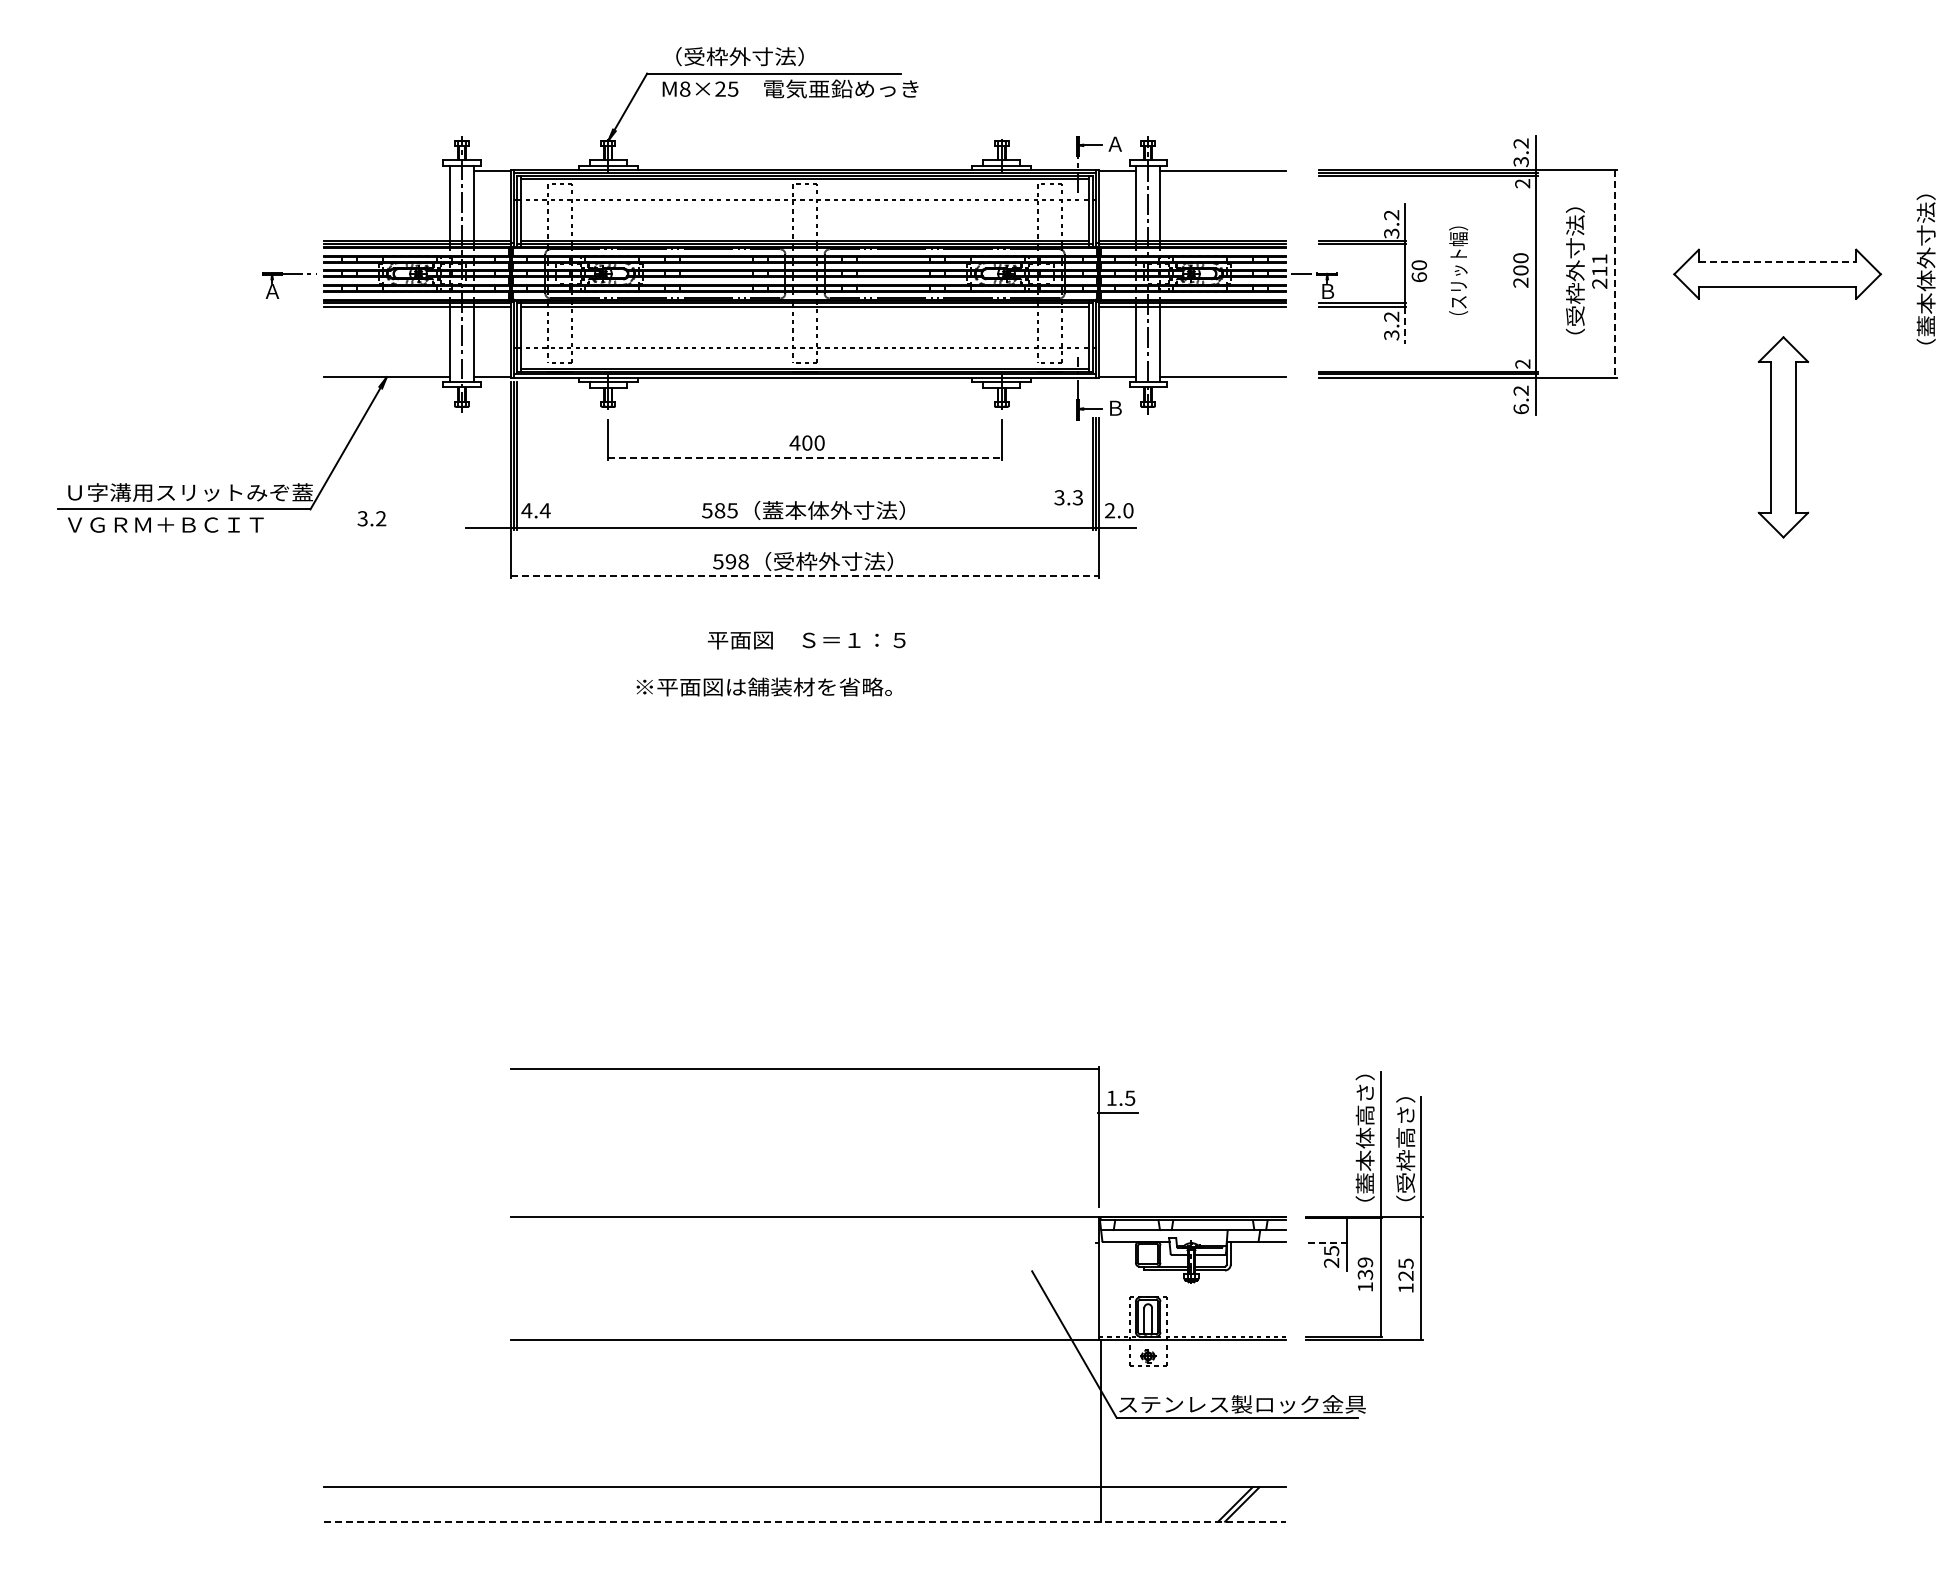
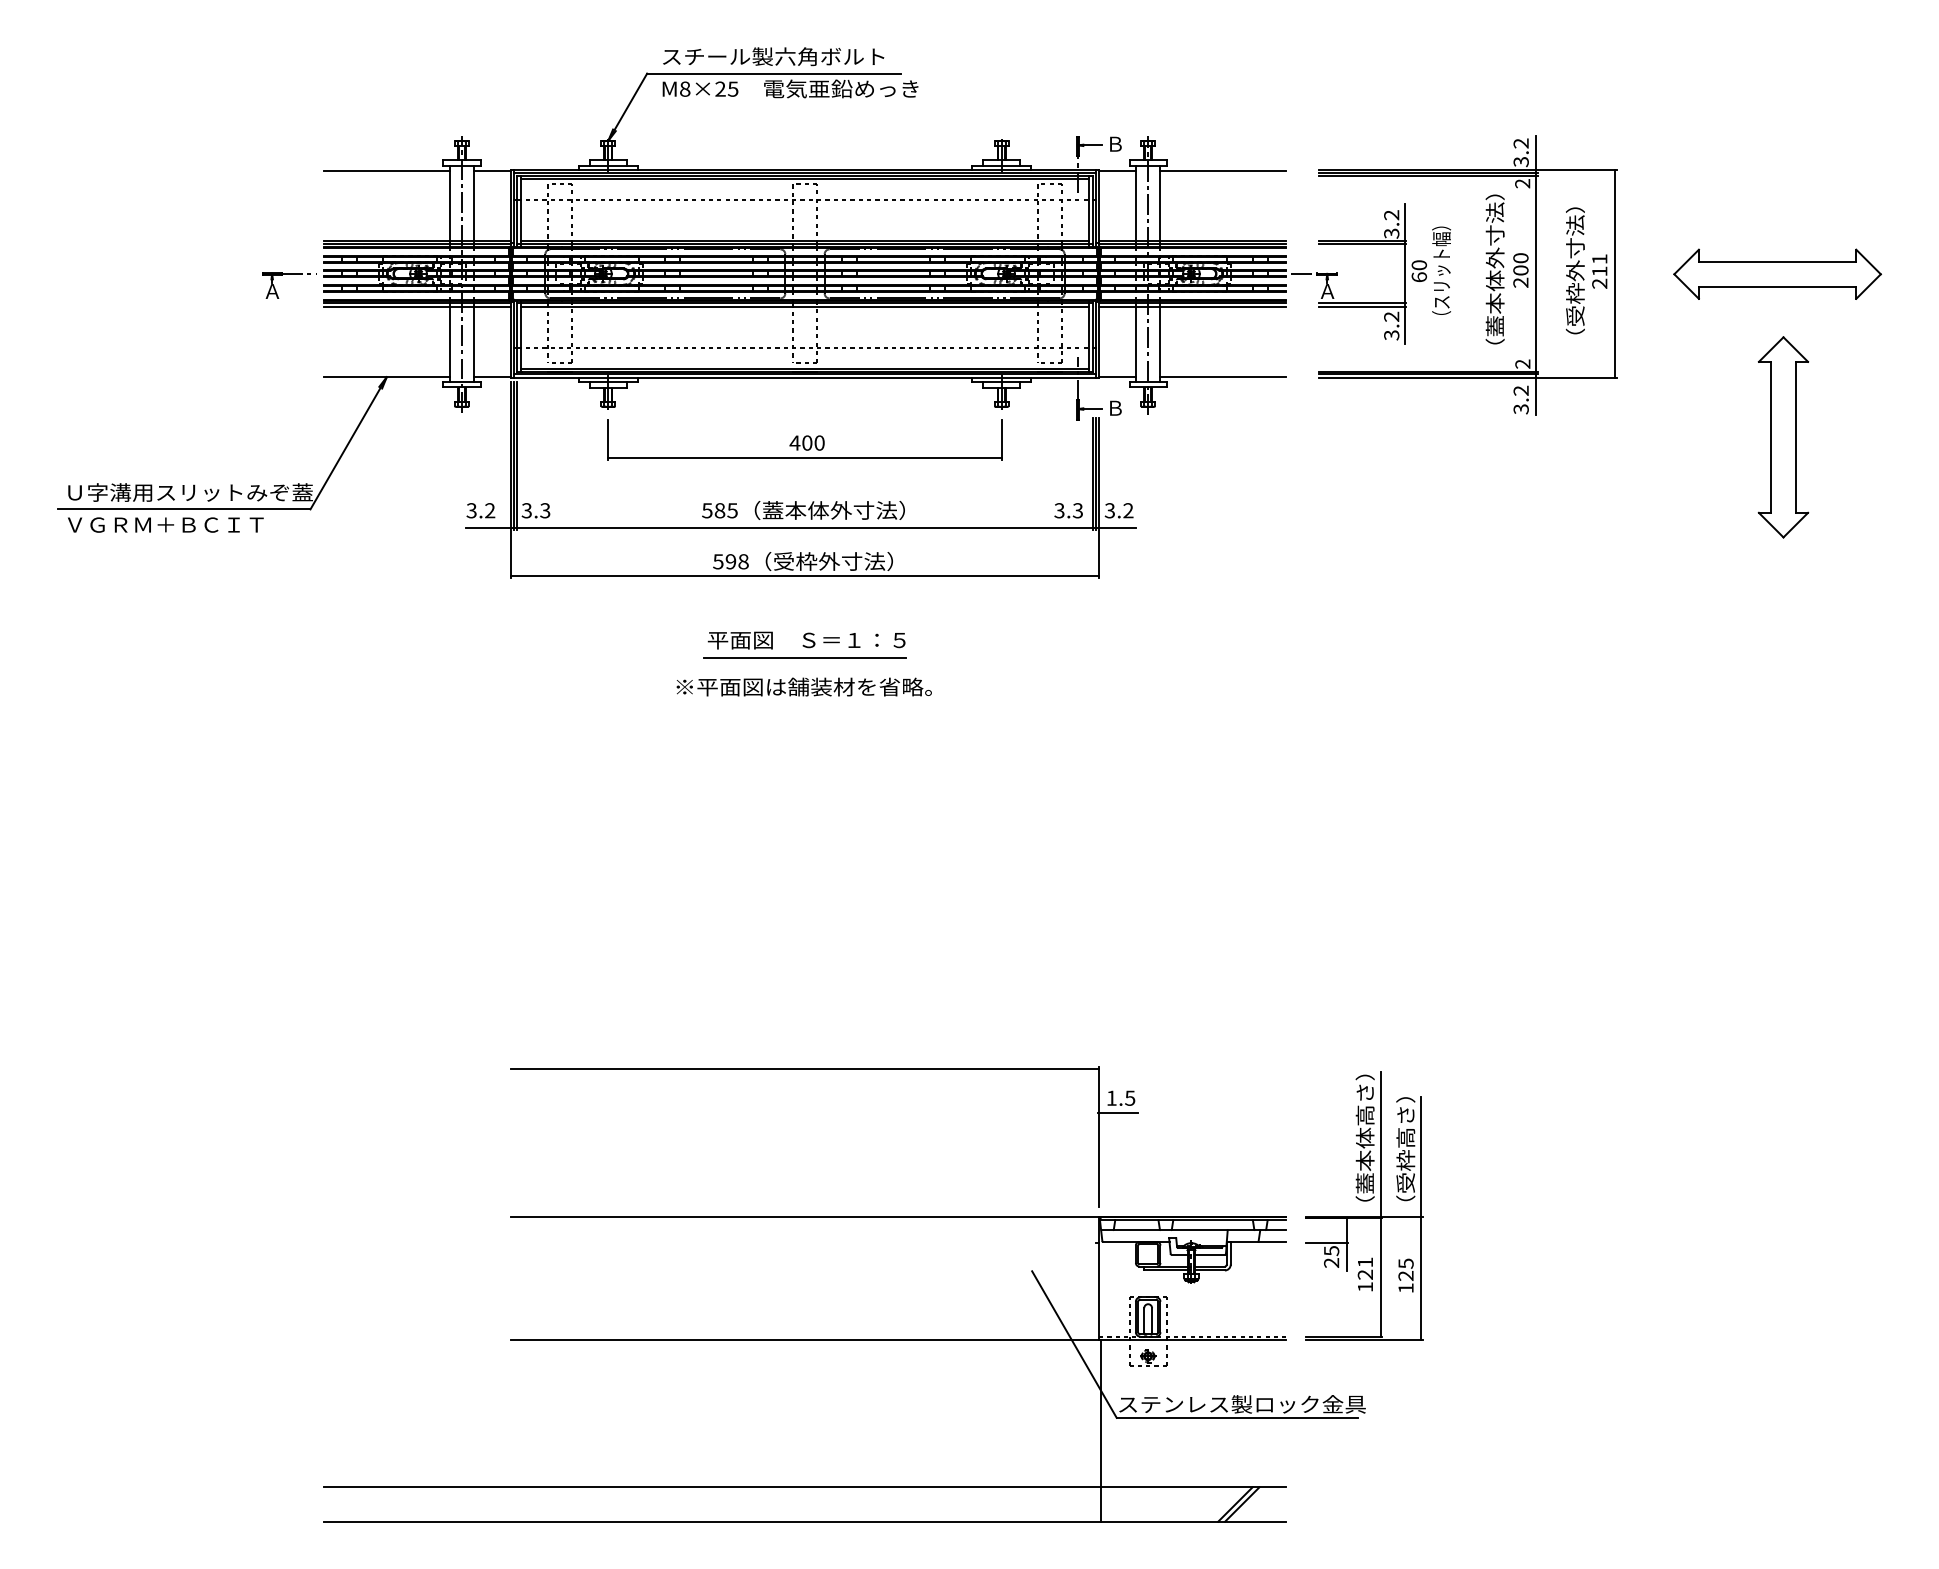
text at (773, 56): （受枠外寸法） -> スチール製六角ボルト
text at (1114, 143): Ａ -> Ｂ
line at (386, 170): none -> present
line at (1777, 262): dashed -> solid
text at (1925, 269) position: (1925, 269) -> (1494, 269)
text at (1458, 270) position: (1458, 270) -> (1441, 270)
line at (1615, 273): dashed -> solid
text at (1327, 291): Ｂ -> Ａ
line at (1404, 325): dashed -> solid
text at (1520, 409): 6.2 -> 3.2
line at (805, 458): dashed -> solid
text at (1068, 497) position: (1068, 497) -> (1068, 510)
text at (535, 510): 4.4 -> 3.3
text at (1118, 510): 2.0 -> 3.2
text at (371, 518) position: (371, 518) -> (480, 510)
line at (805, 576): dashed -> solid
line at (804, 658): none -> present
text at (763, 686) position: (763, 686) -> (803, 686)
line at (1326, 1242): dashed -> solid
text at (1365, 1268): 139 -> 121
line at (805, 1521): dashed -> solid
